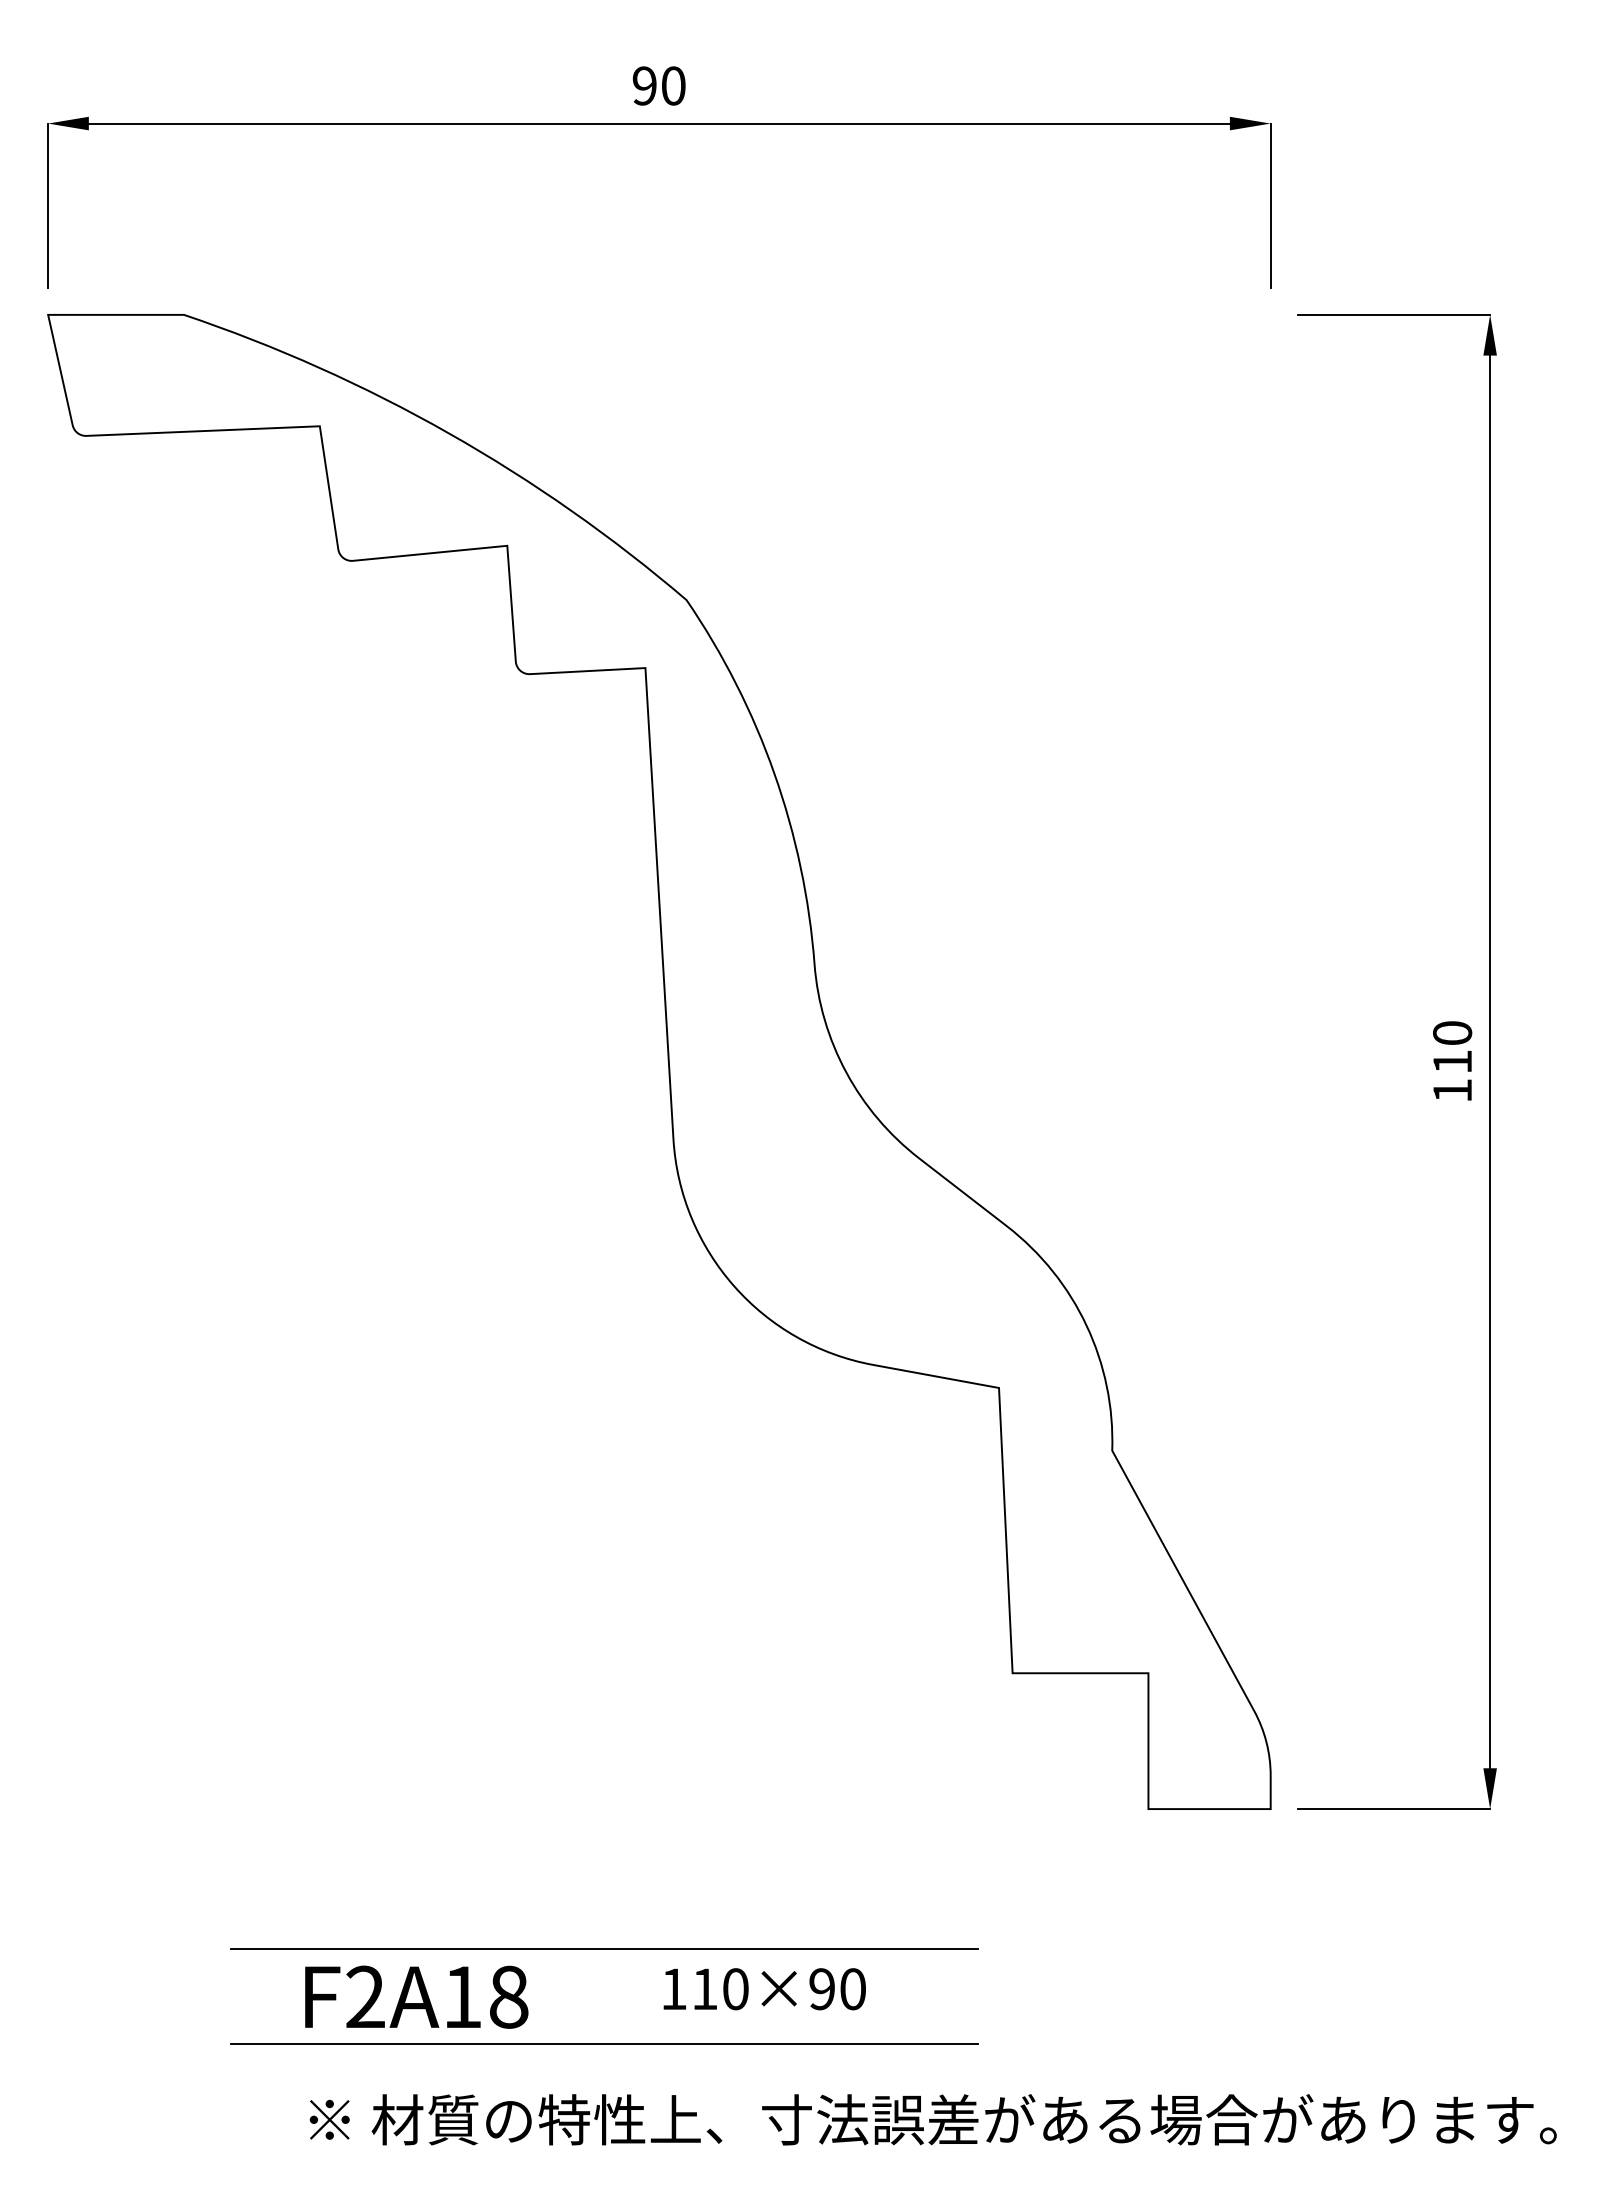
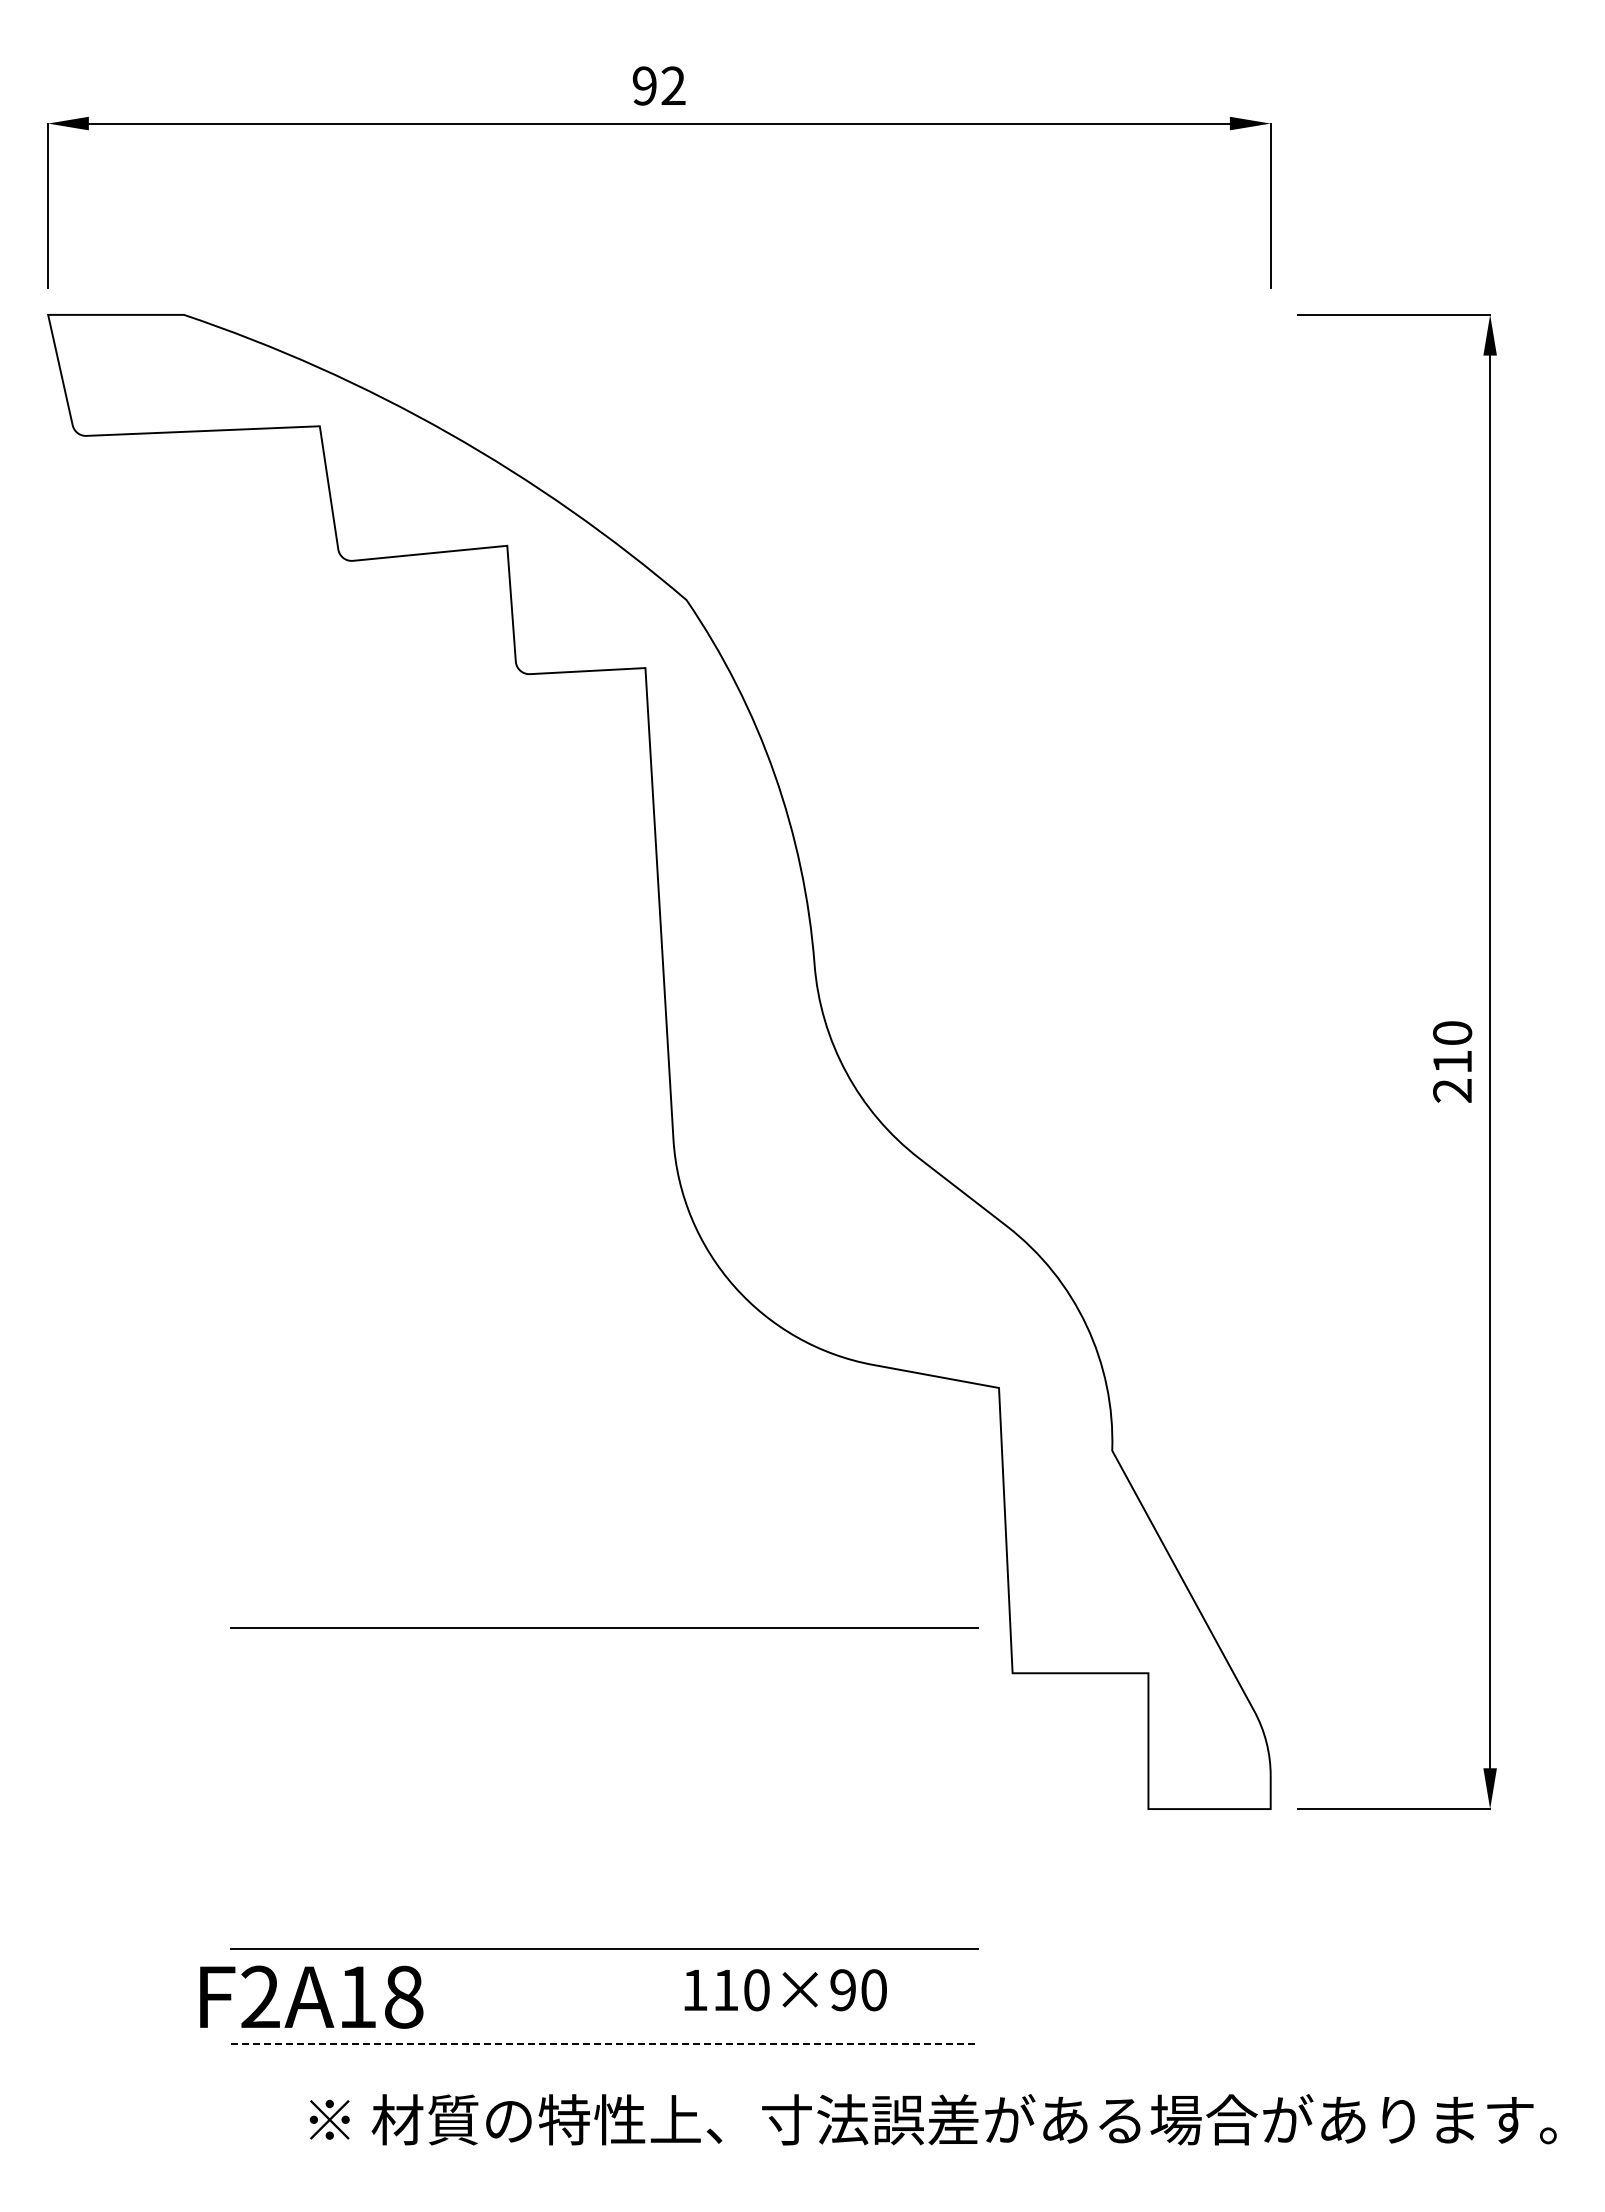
text at (673, 85): 90 -> 92
text at (1452, 1090): 110 -> 210
line at (604, 1627): none -> present
text at (764, 1989) position: (764, 1989) -> (785, 1990)
text at (416, 1996) position: (416, 1996) -> (311, 1996)
line at (604, 2043): solid -> dashed
